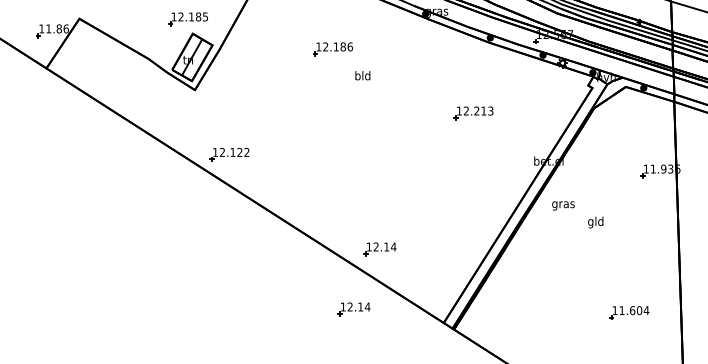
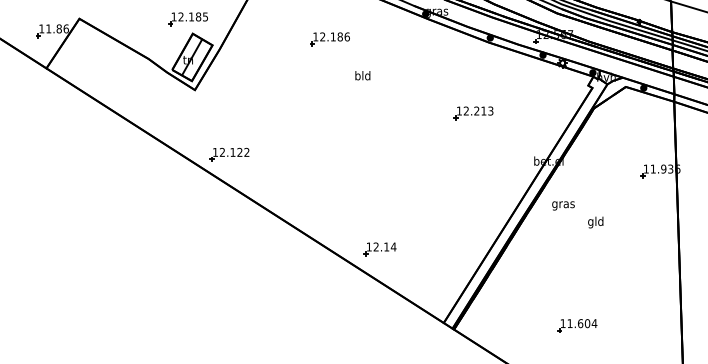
part at (332, 49) position: (332, 49) -> (329, 39)
part at (353, 309): present -> none
part at (629, 312) position: (629, 312) -> (577, 325)
